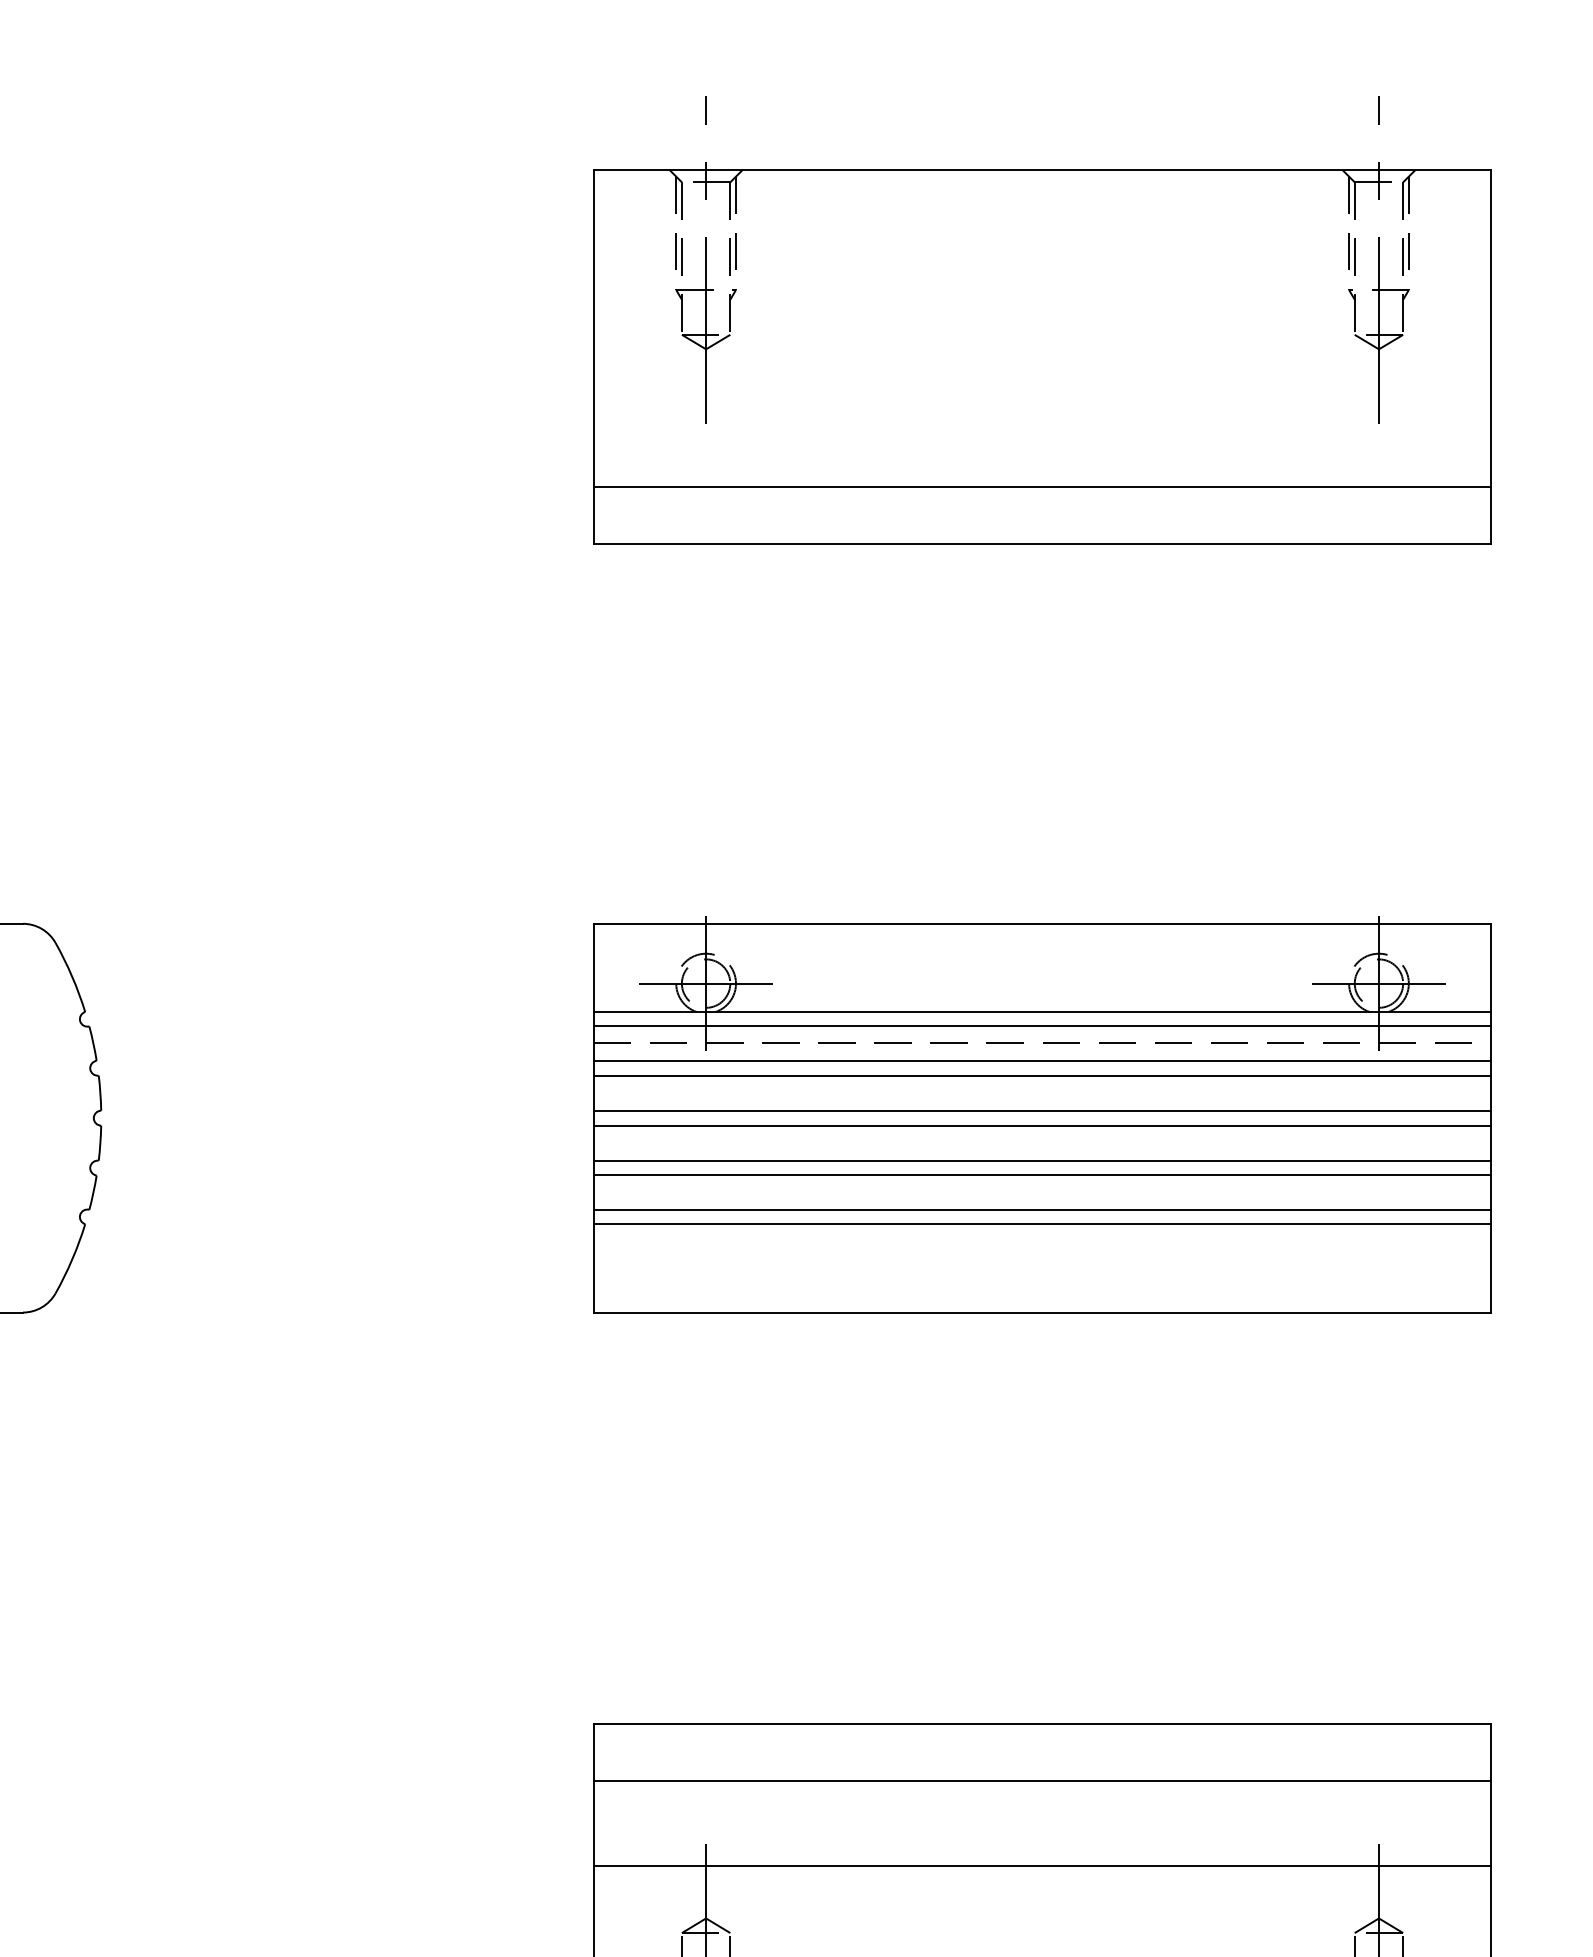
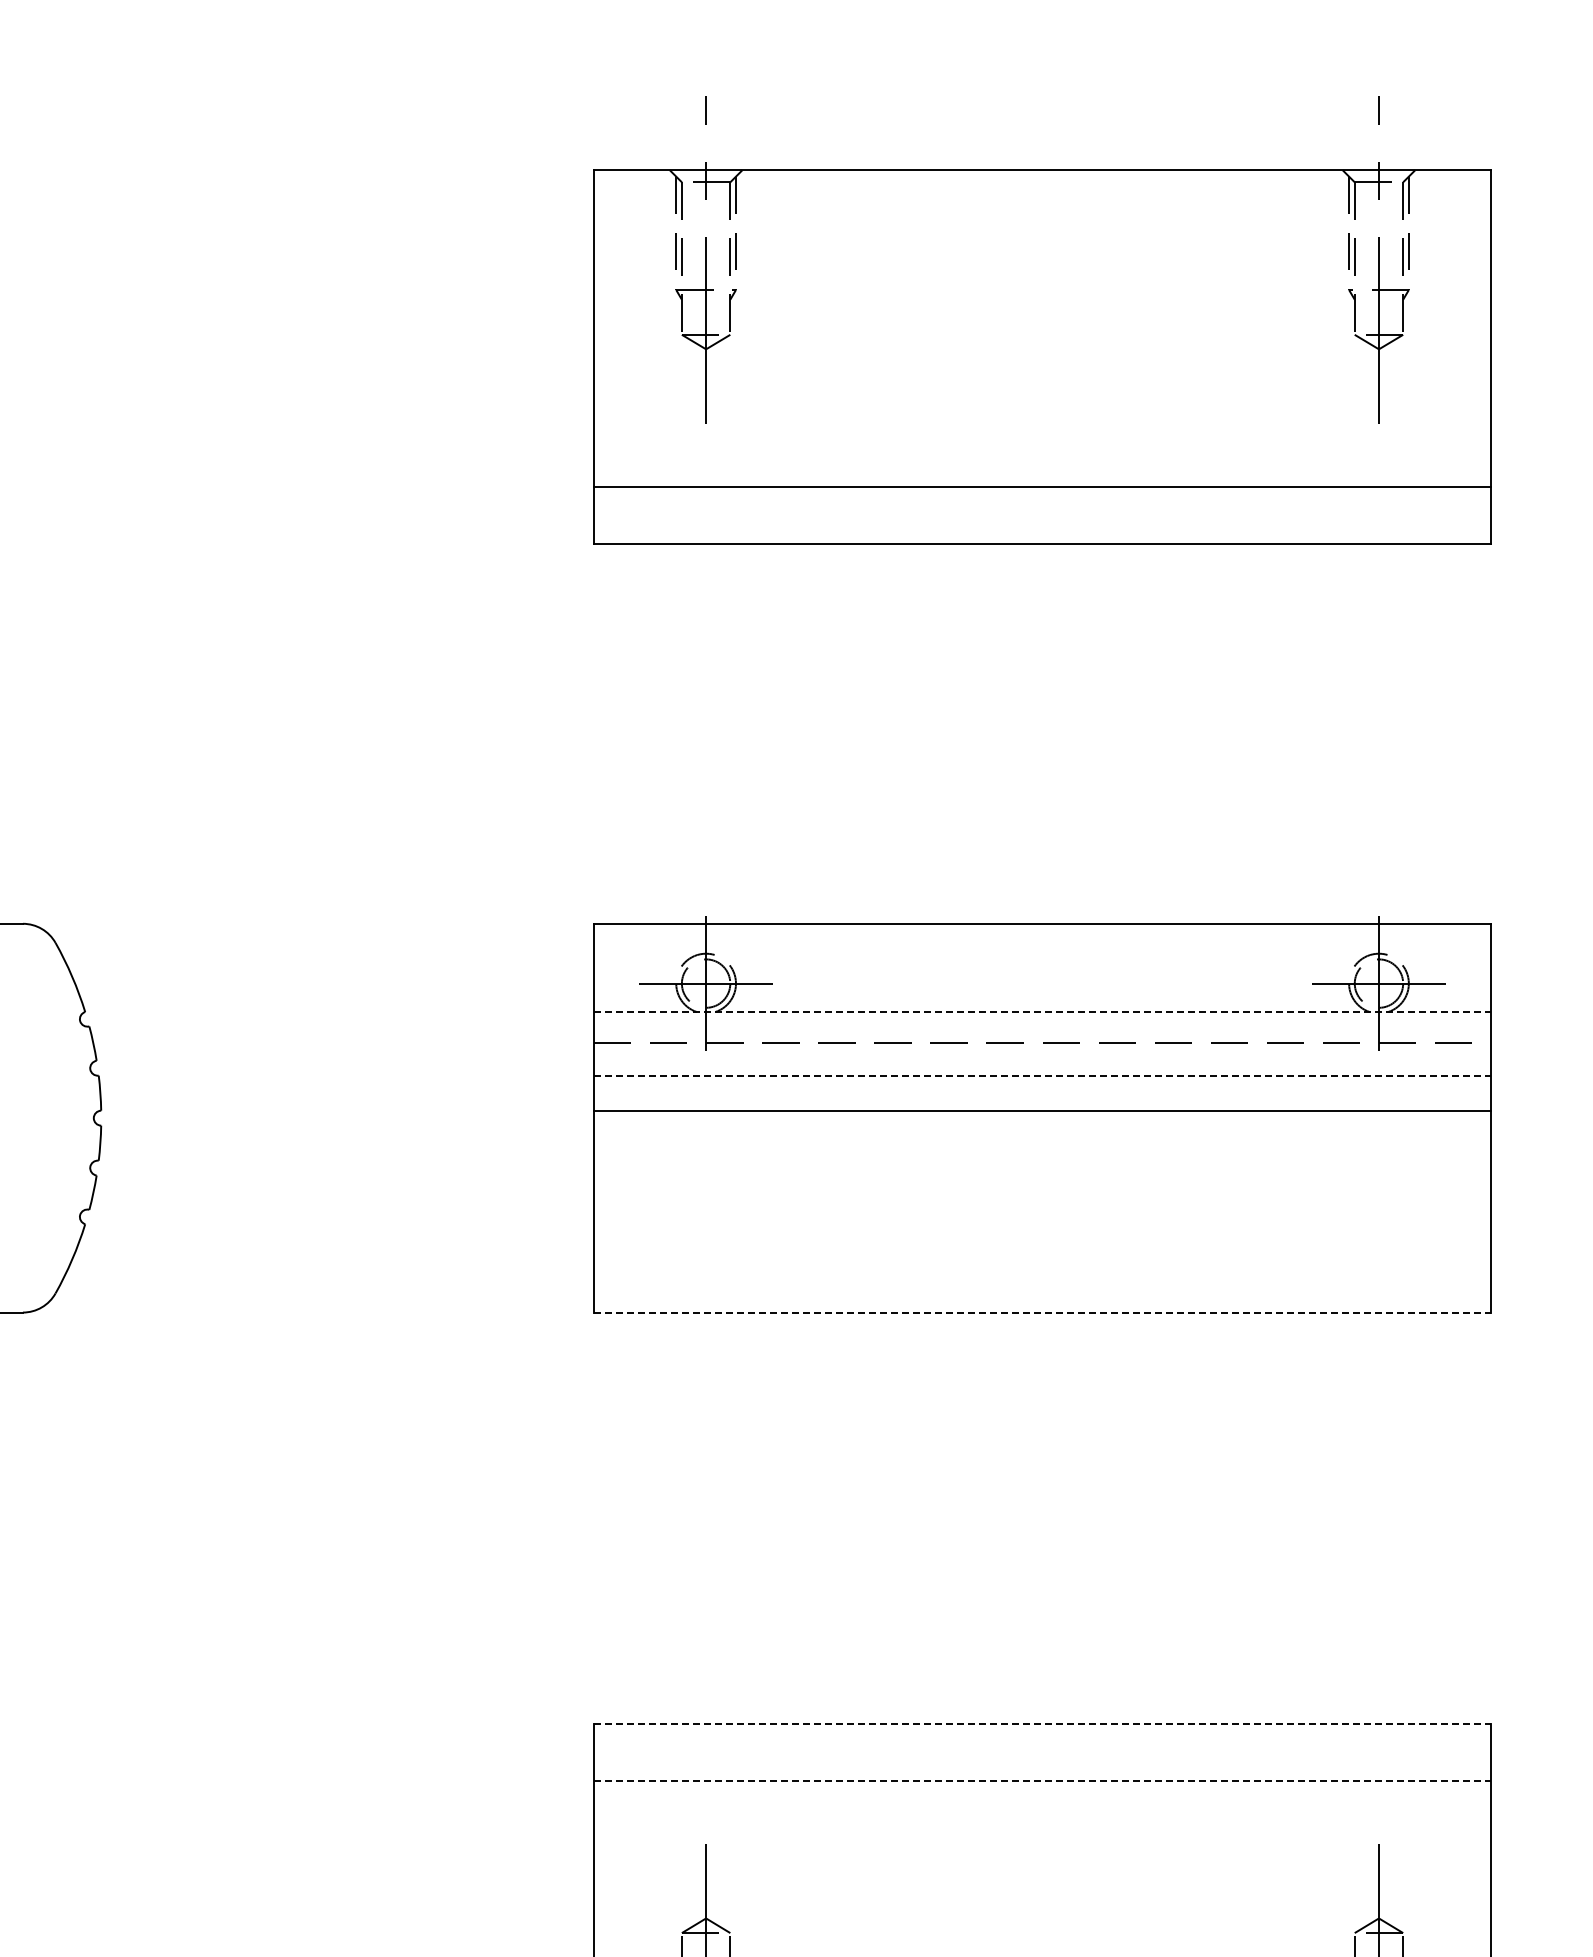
line at (1042, 1012): solid -> dashed
line at (1042, 1026): present -> none
line at (1042, 1060): present -> none
line at (1042, 1075): solid -> dashed
line at (1042, 1125): present -> none
line at (1042, 1160): present -> none
line at (1042, 1175): present -> none
line at (1042, 1209): present -> none
line at (1042, 1224): present -> none
line at (1042, 1312): solid -> dashed
line at (1042, 1723): solid -> dashed
line at (1042, 1780): solid -> dashed
line at (1042, 1865): present -> none
